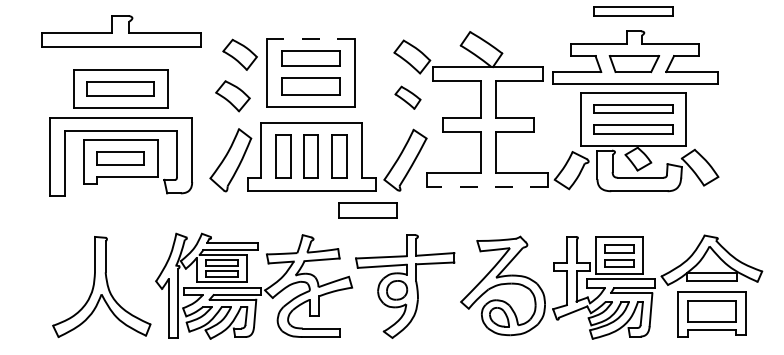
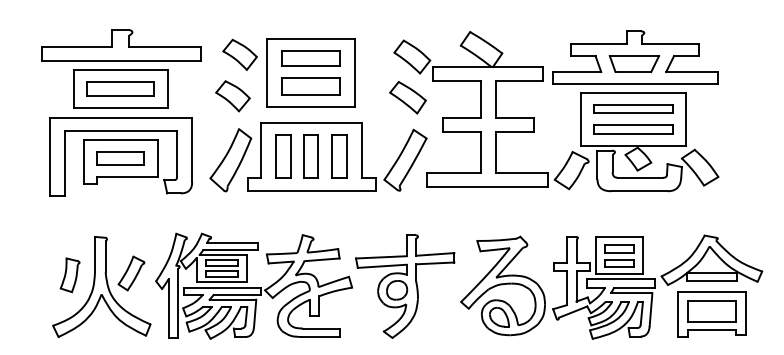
part at (633, 11): present -> none
part at (121, 31) position: (121, 31) -> (121, 45)
line at (311, 39): dashed -> solid
part at (407, 97) size: 28x25 px -> 38x34 px
line at (487, 186): dashed -> solid
part at (367, 210): present -> none
part at (131, 273): none -> present
part at (69, 275): none -> present
